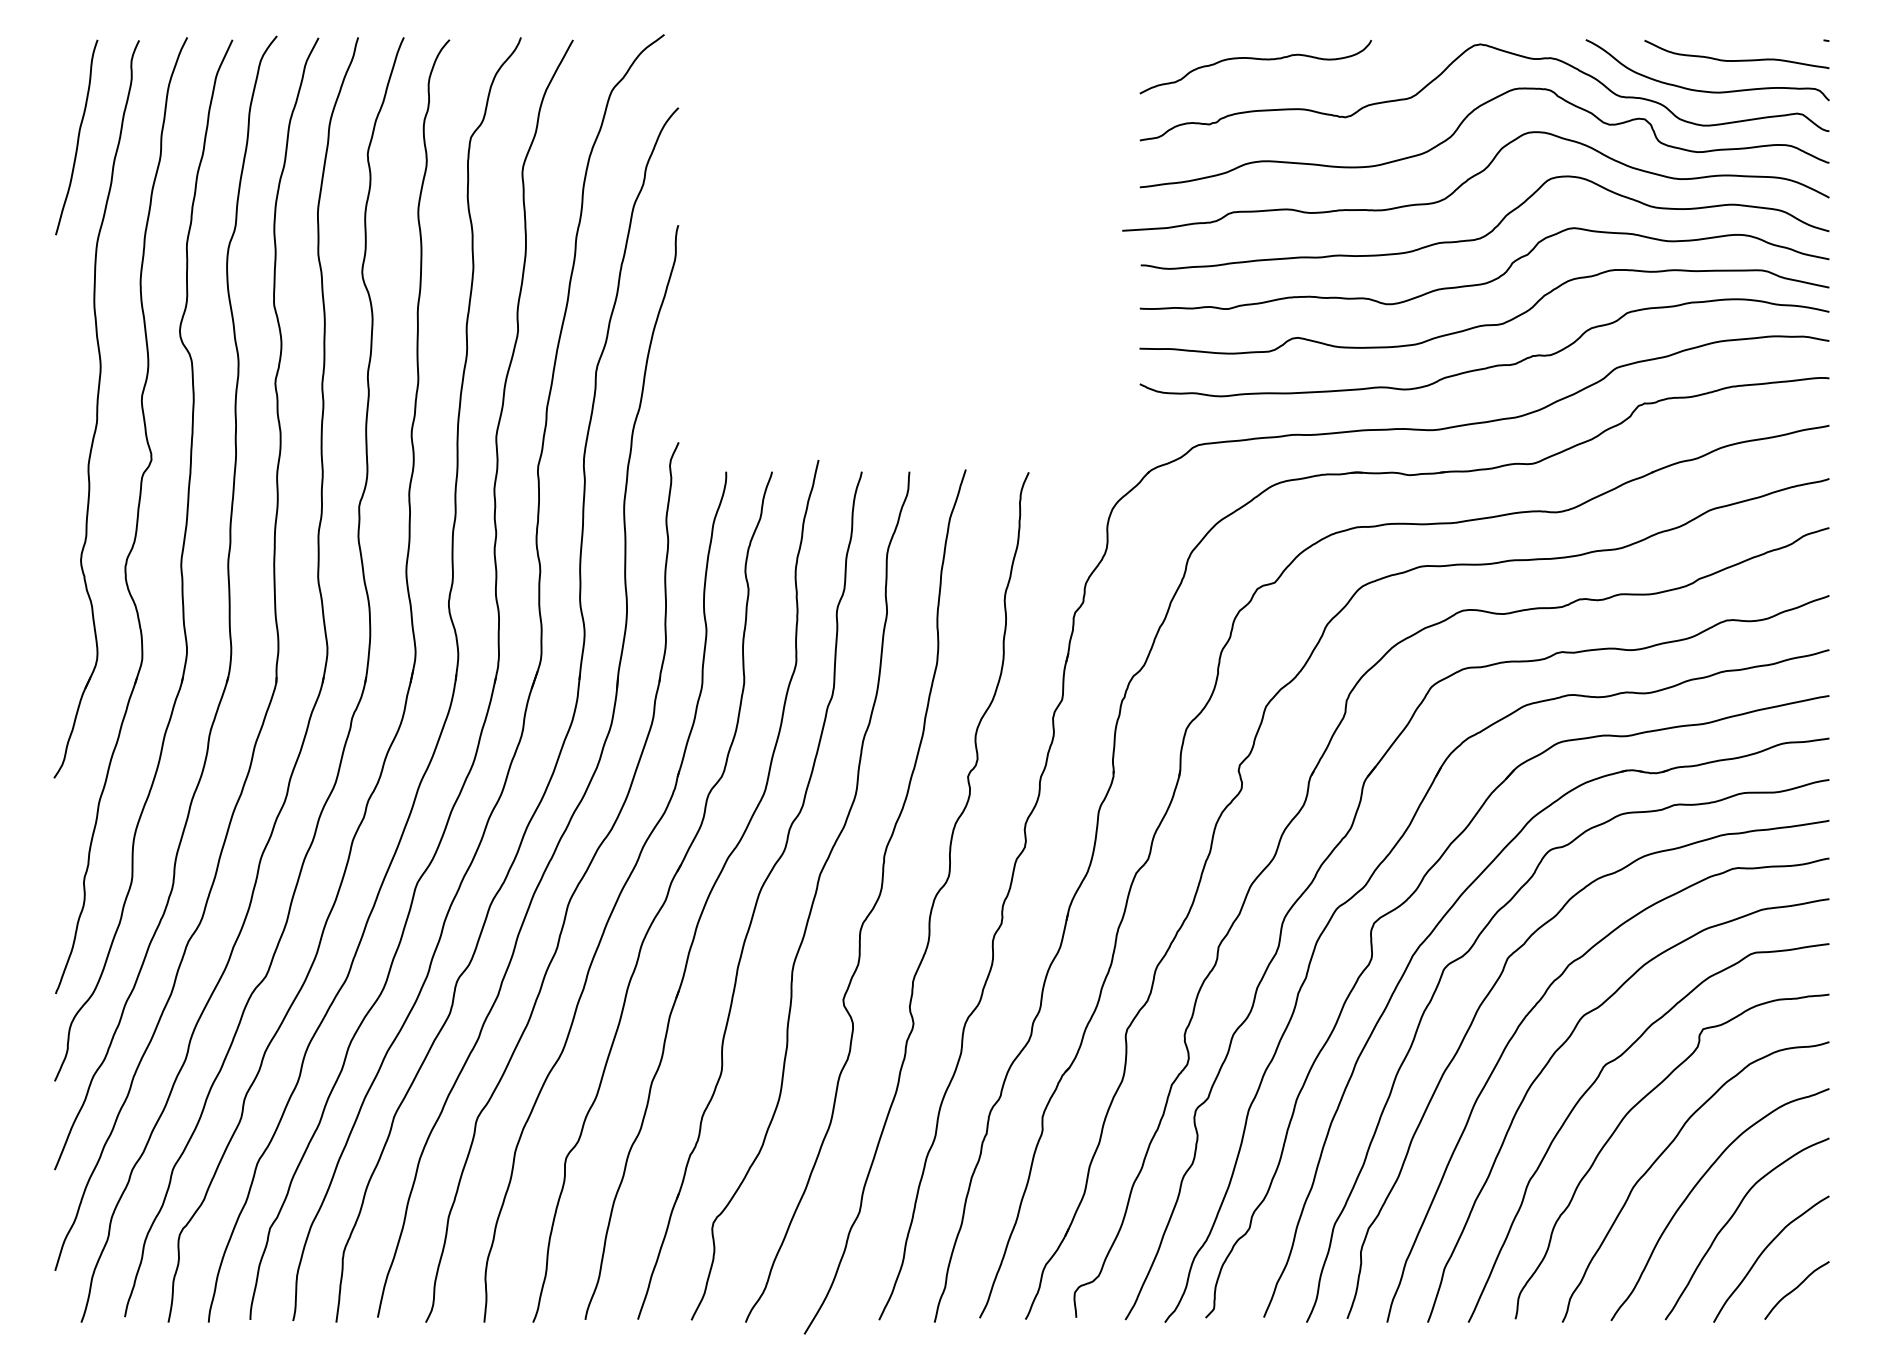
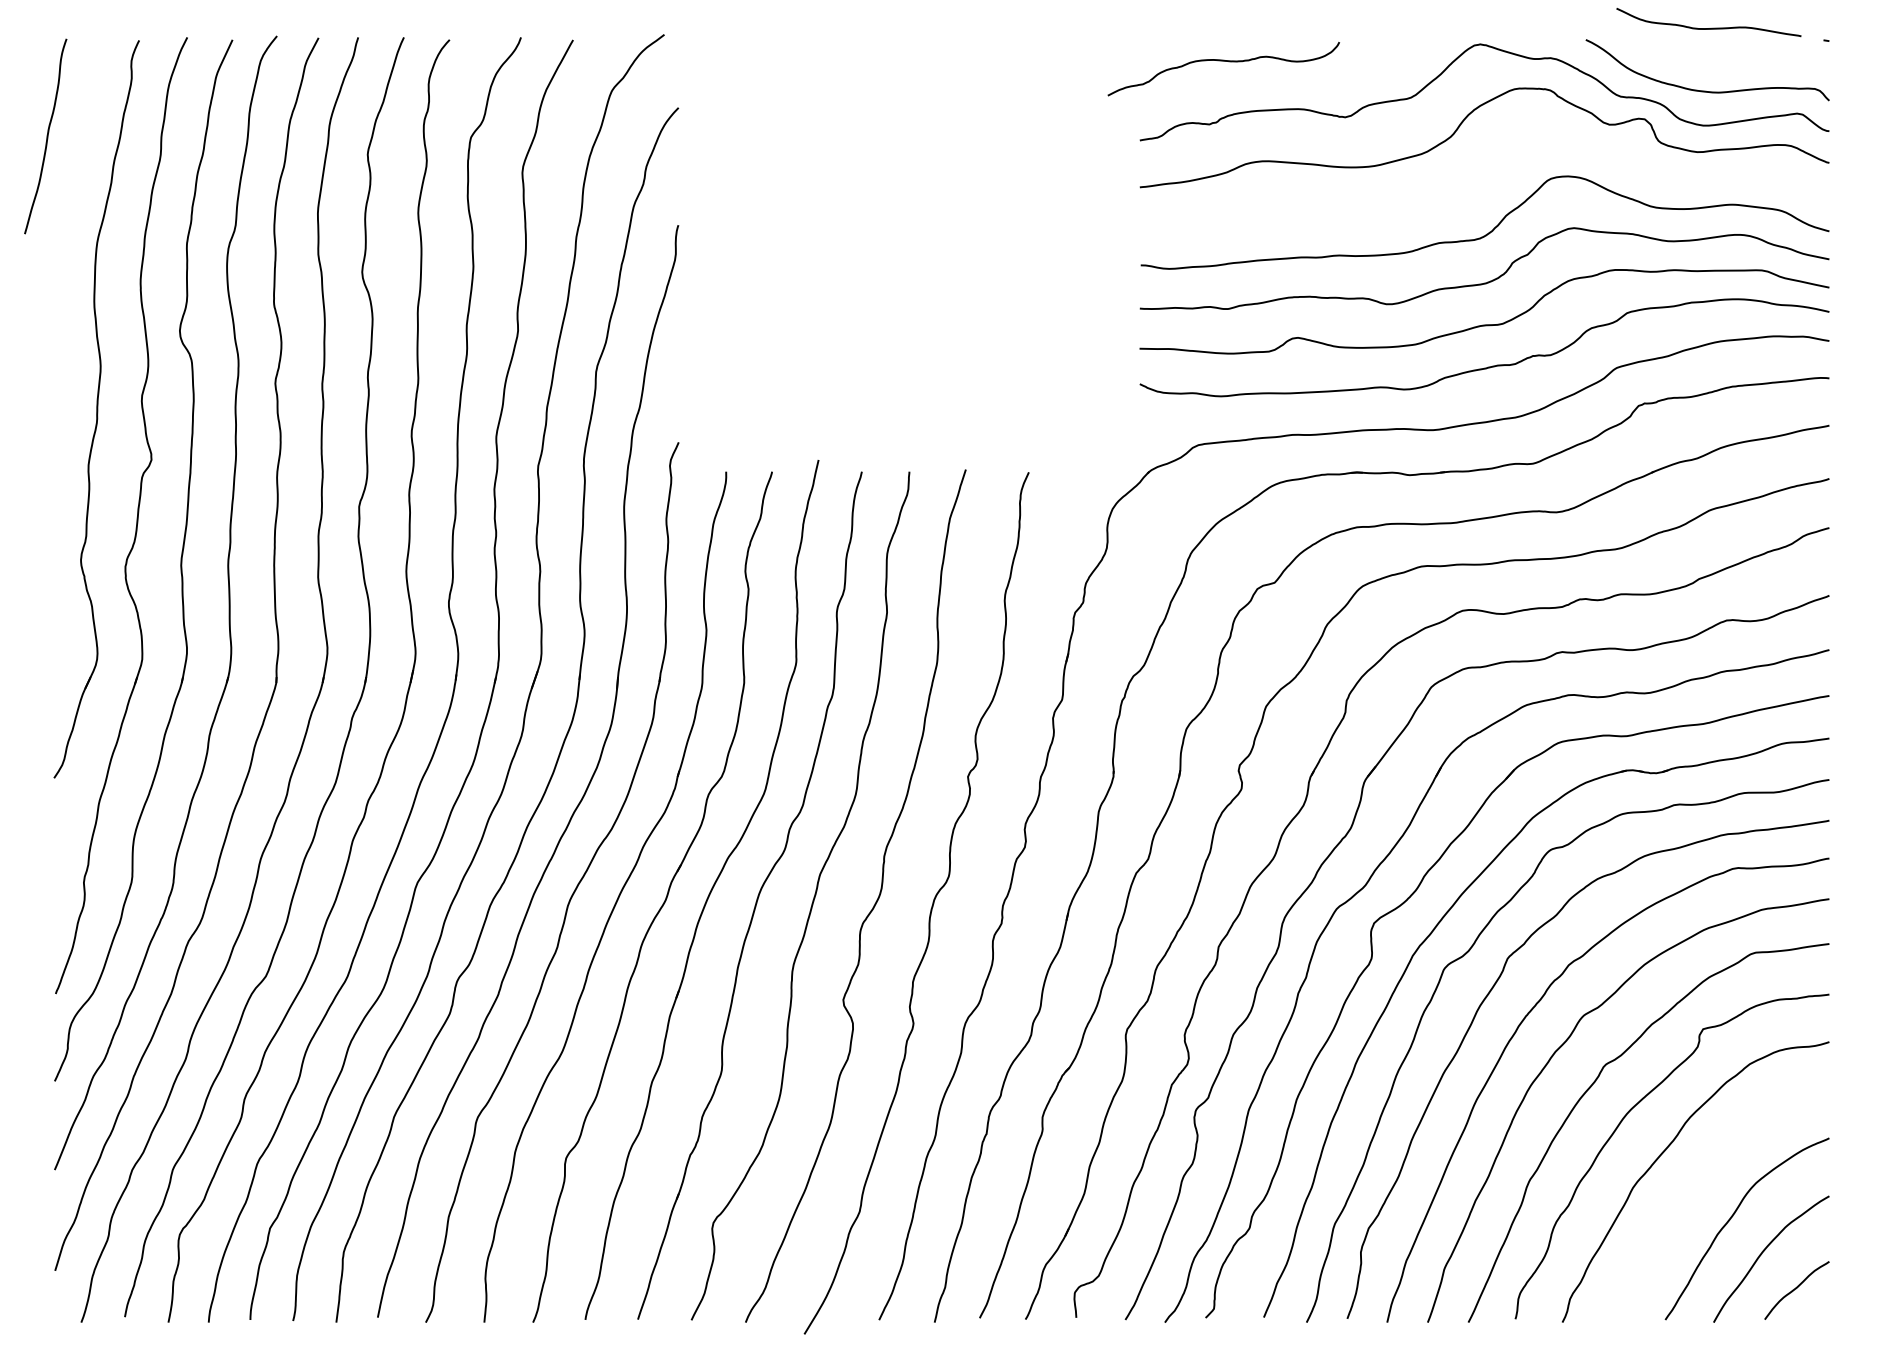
curve at (1255, 59) position: (1255, 59) -> (1223, 61)
curve at (1739, 59) position: (1739, 59) -> (1711, 27)
curve at (77, 137) position: (77, 137) -> (46, 136)
curve at (1473, 177): present -> none
curve at (1696, 1186): present -> none
